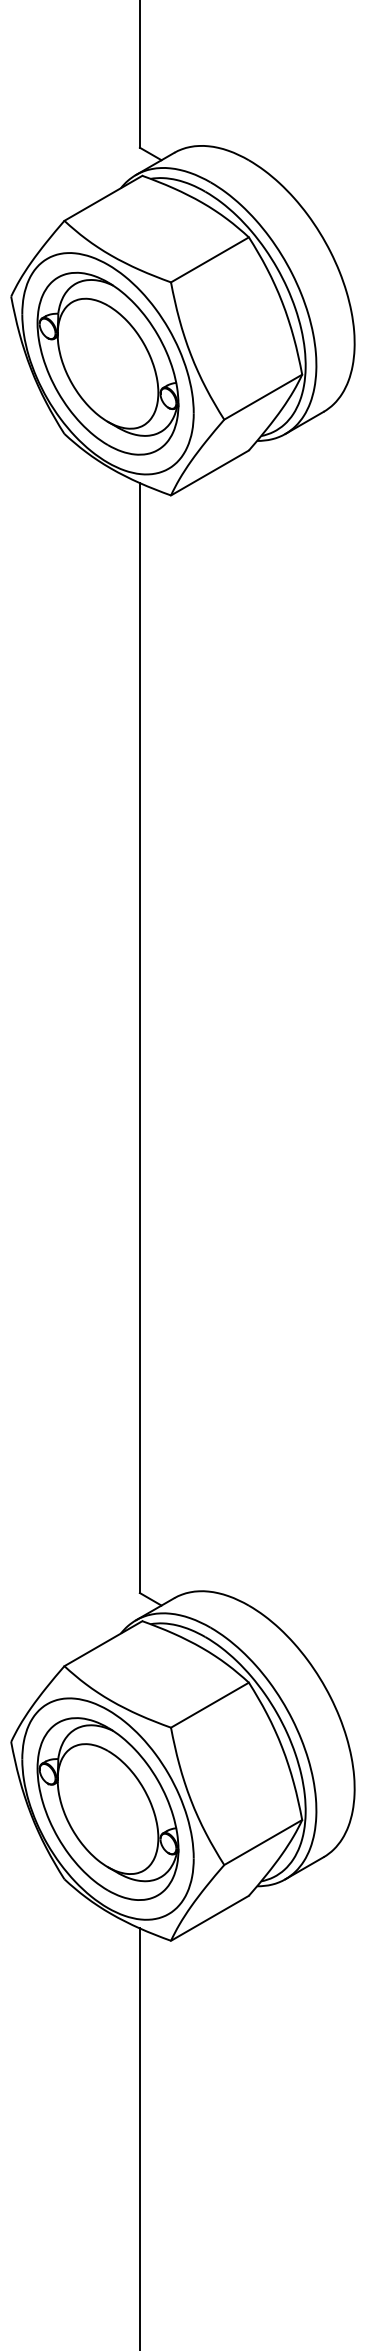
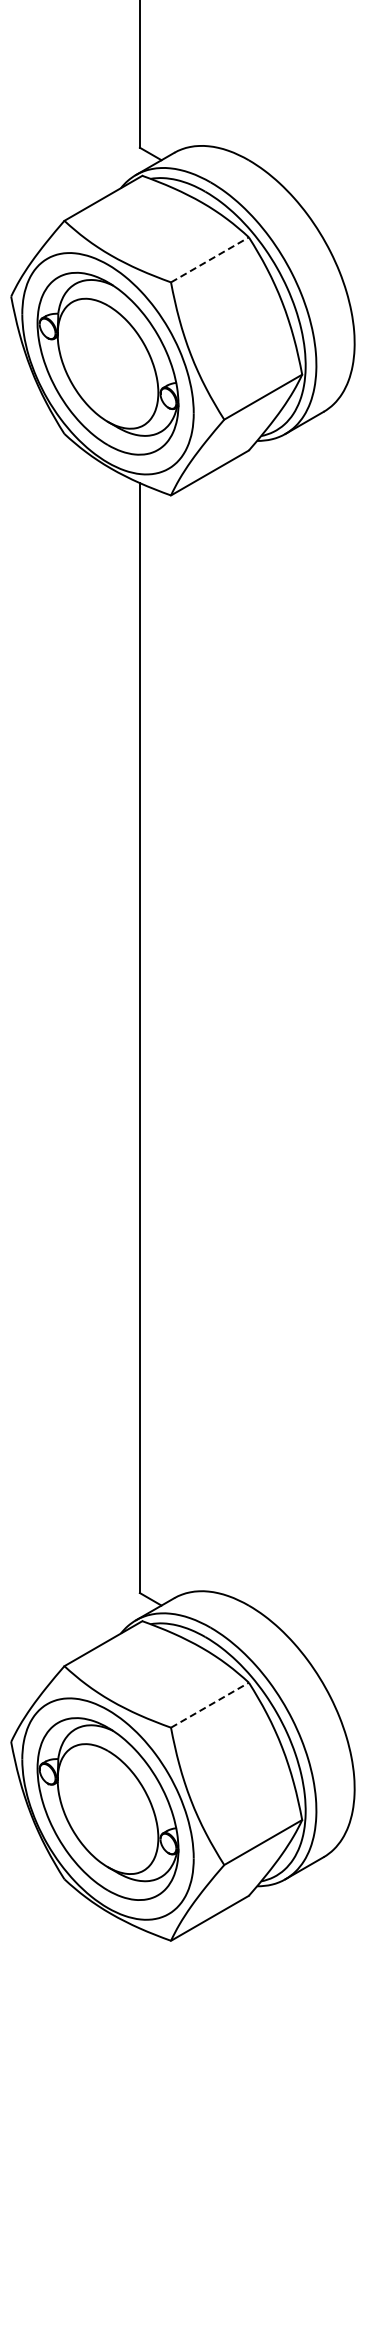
line at (209, 259): solid -> dashed
line at (209, 1705): solid -> dashed
line at (139, 2137): present -> none
